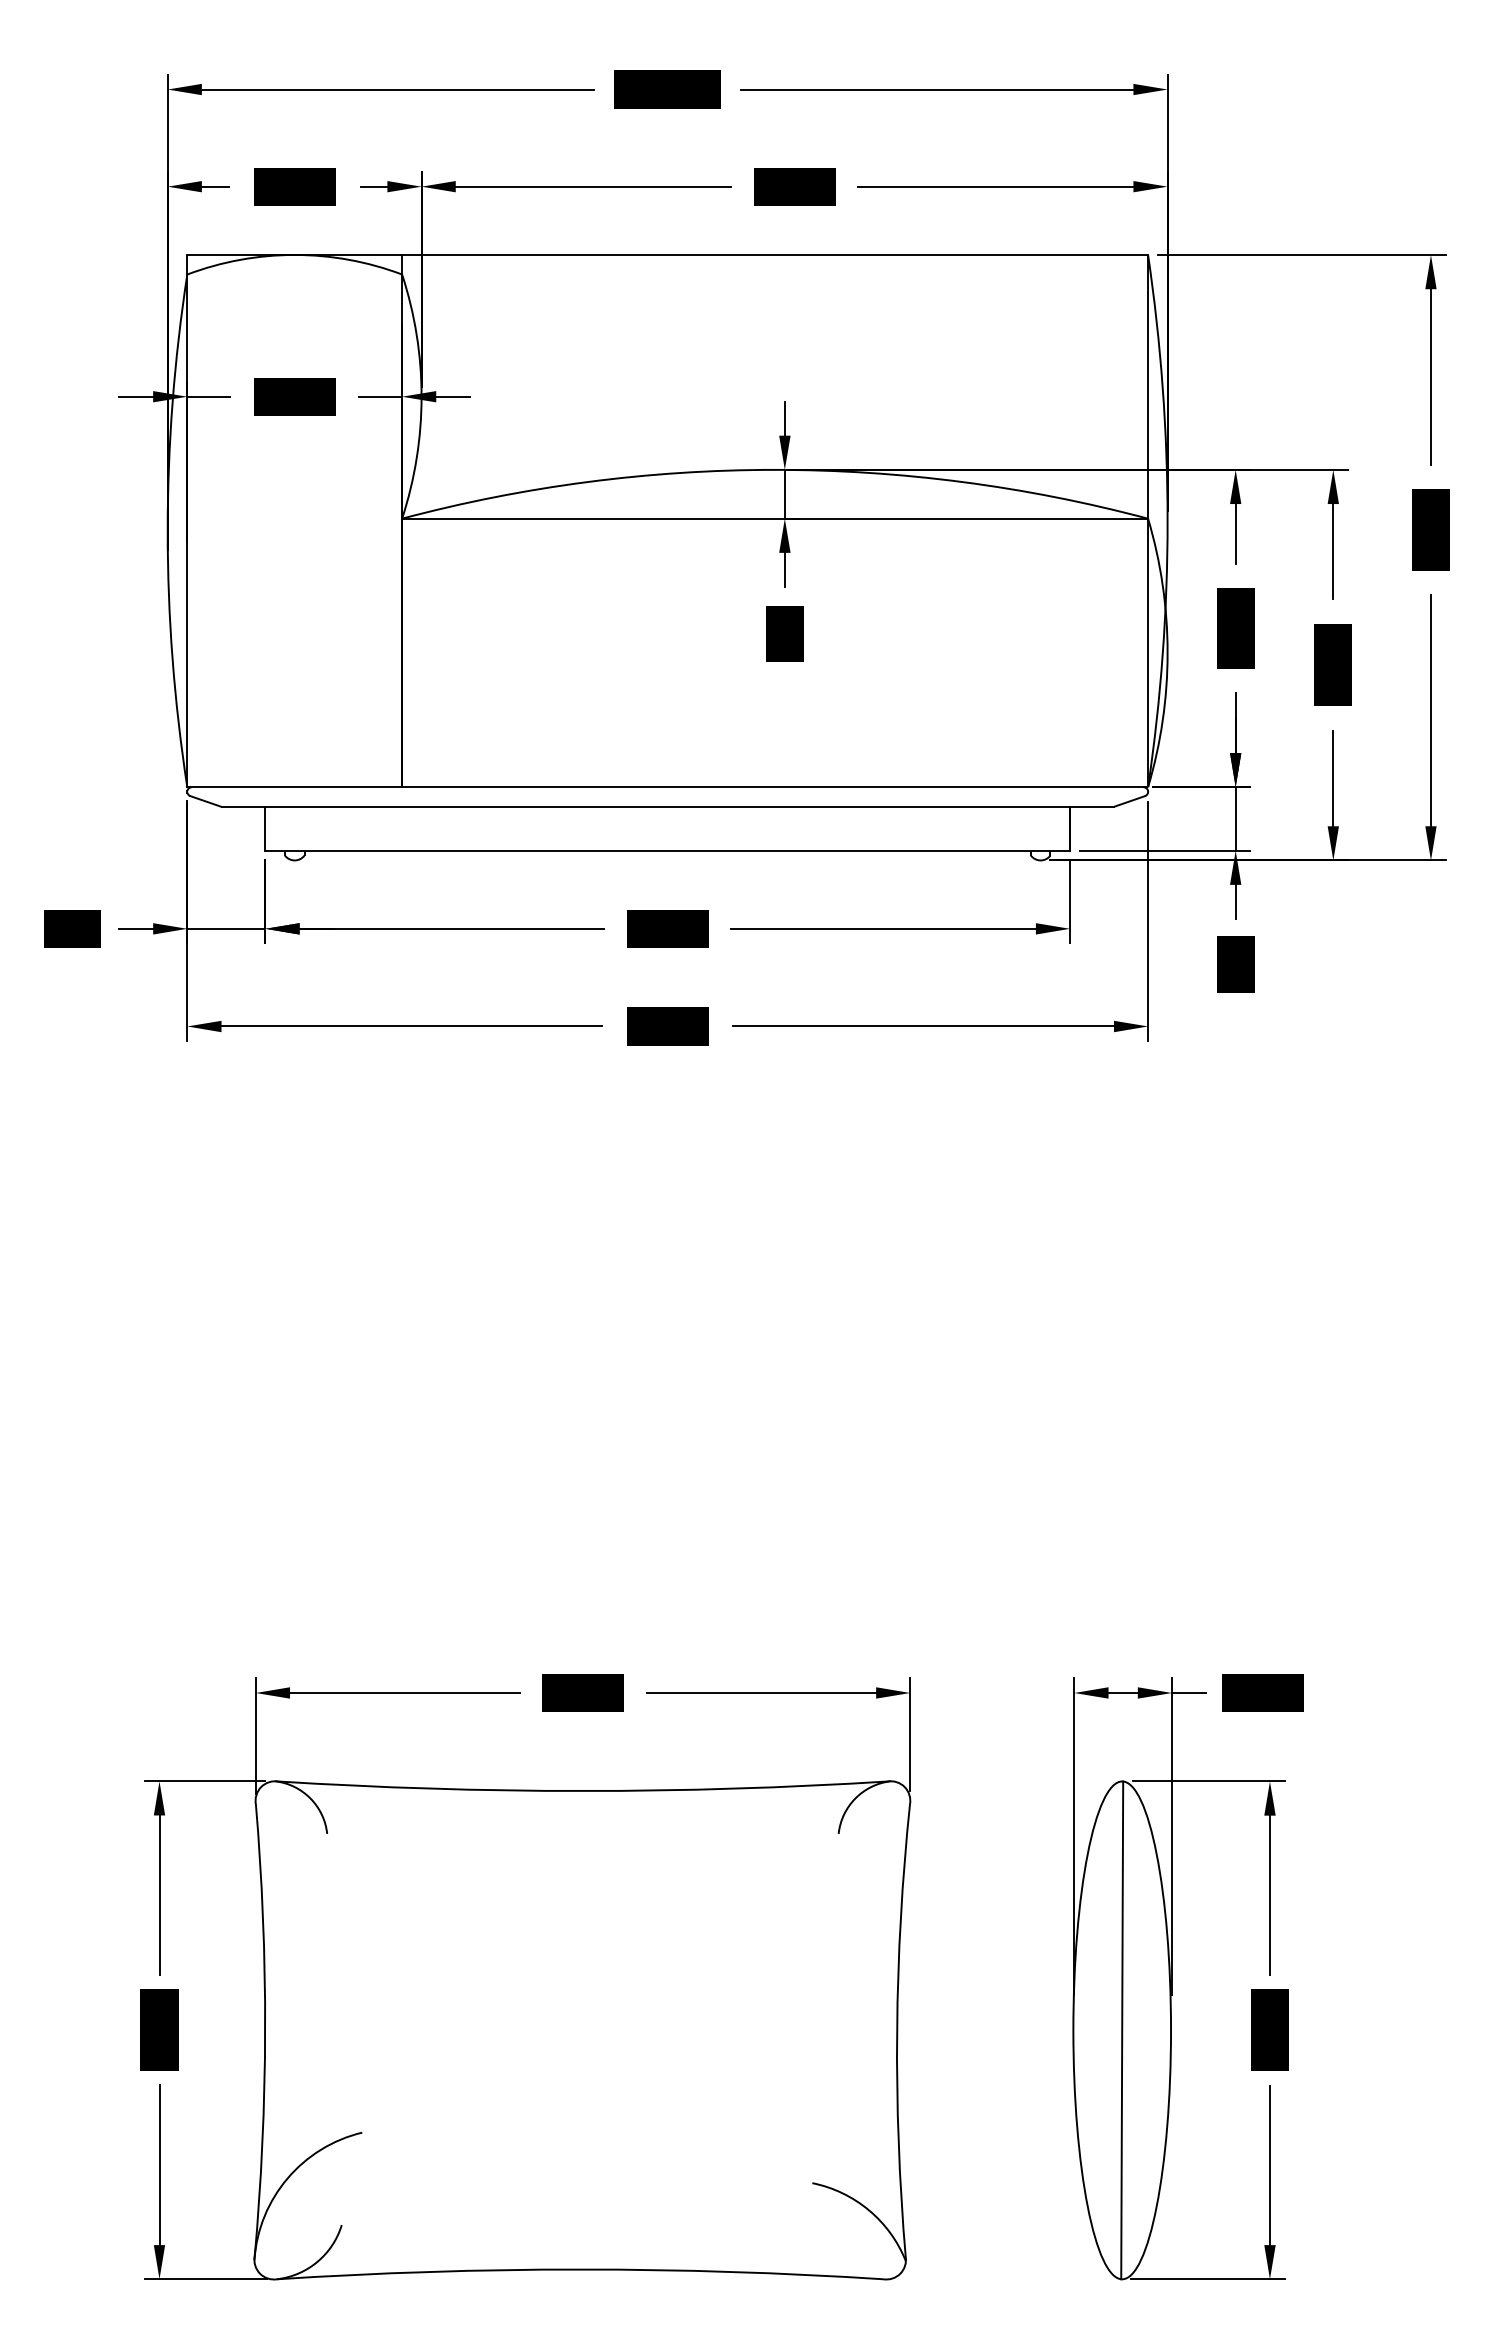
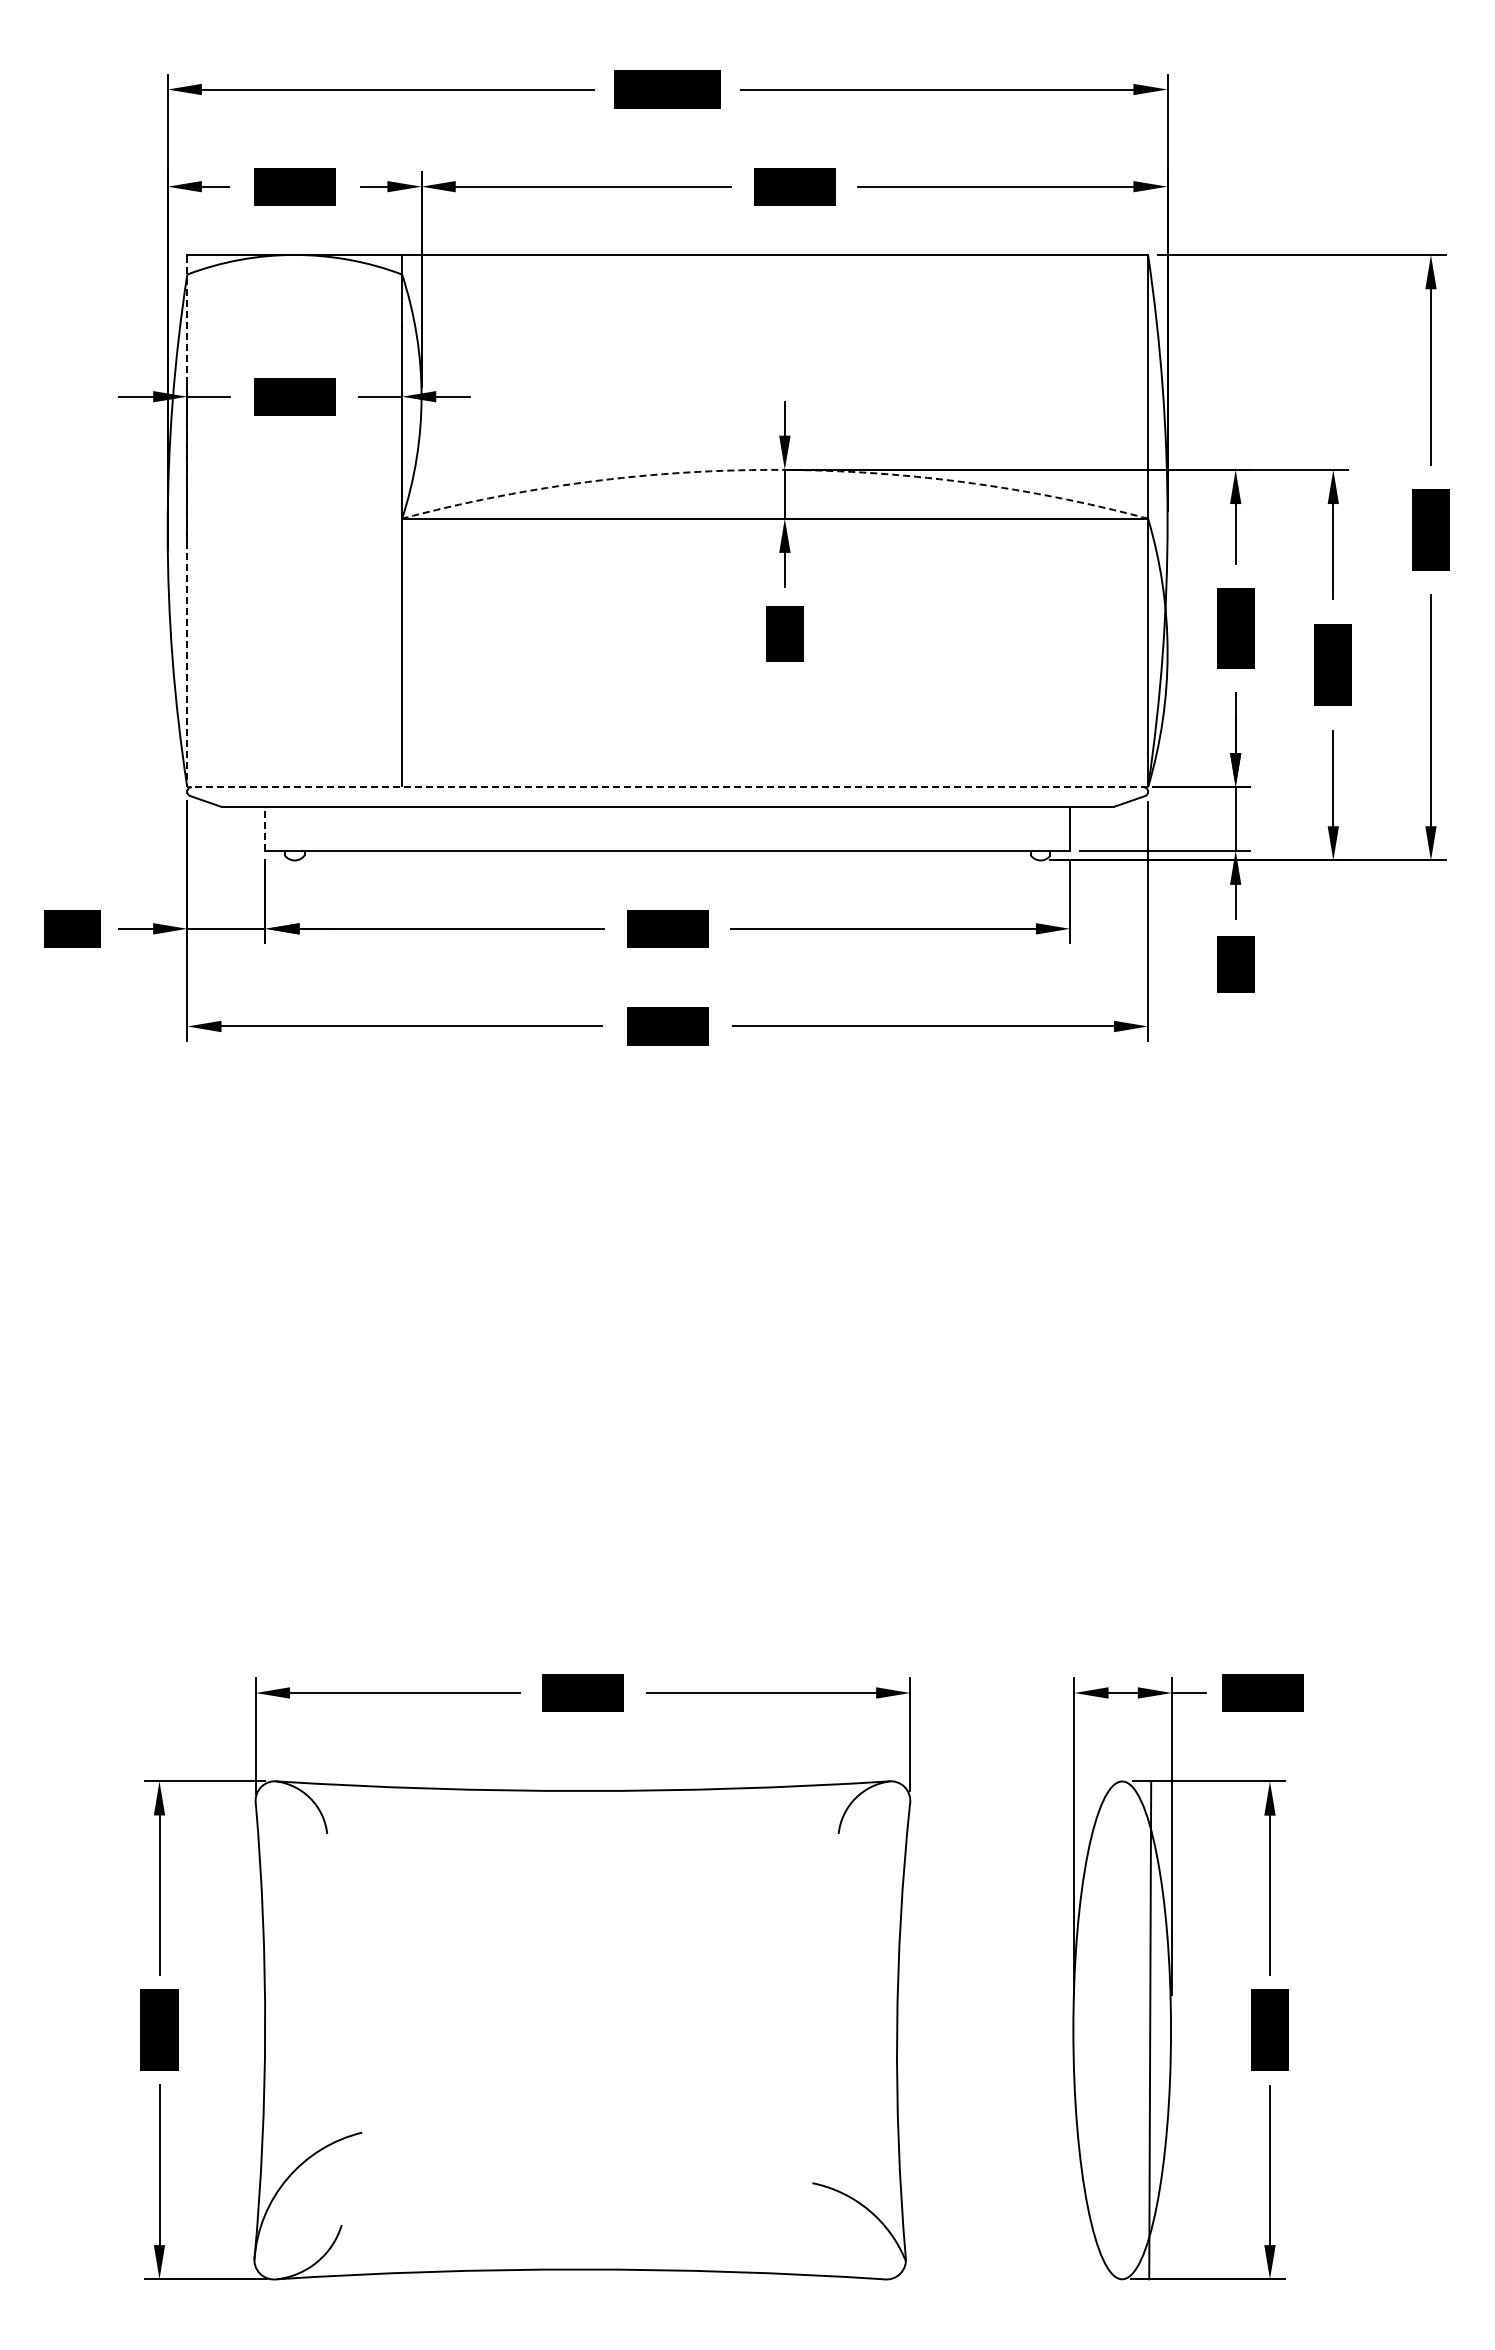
arc at (775, 469): solid -> dashed
line at (400, 787): solid -> dashed
line at (265, 828): solid -> dashed
line at (1122, 2030) position: (1122, 2030) -> (1150, 2030)
